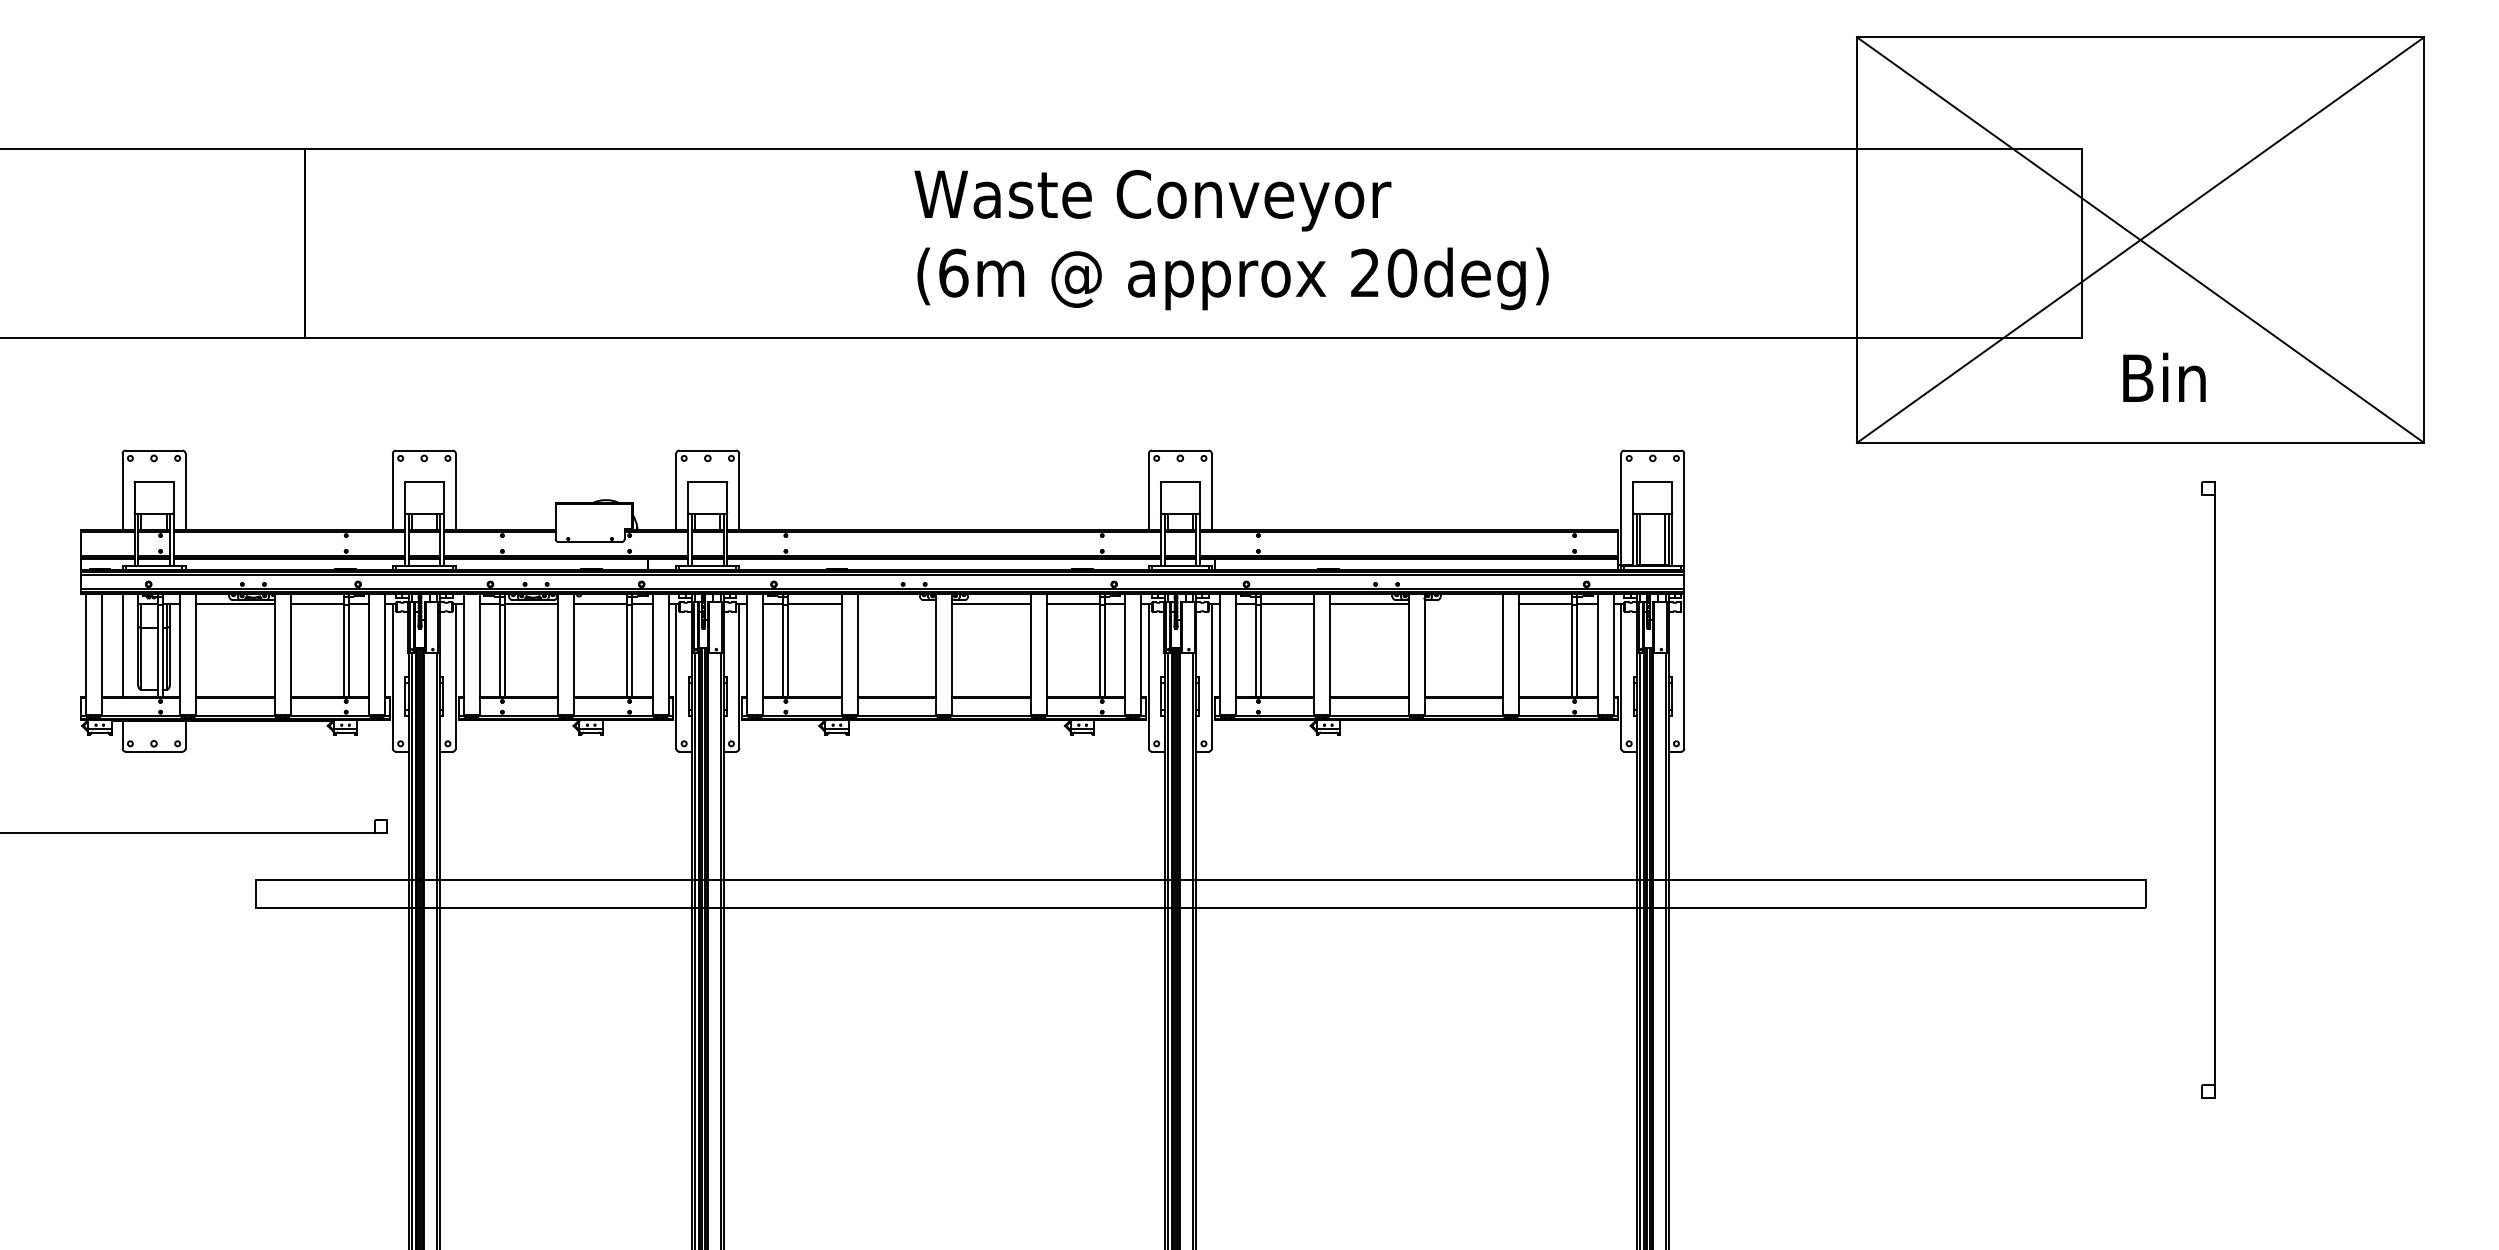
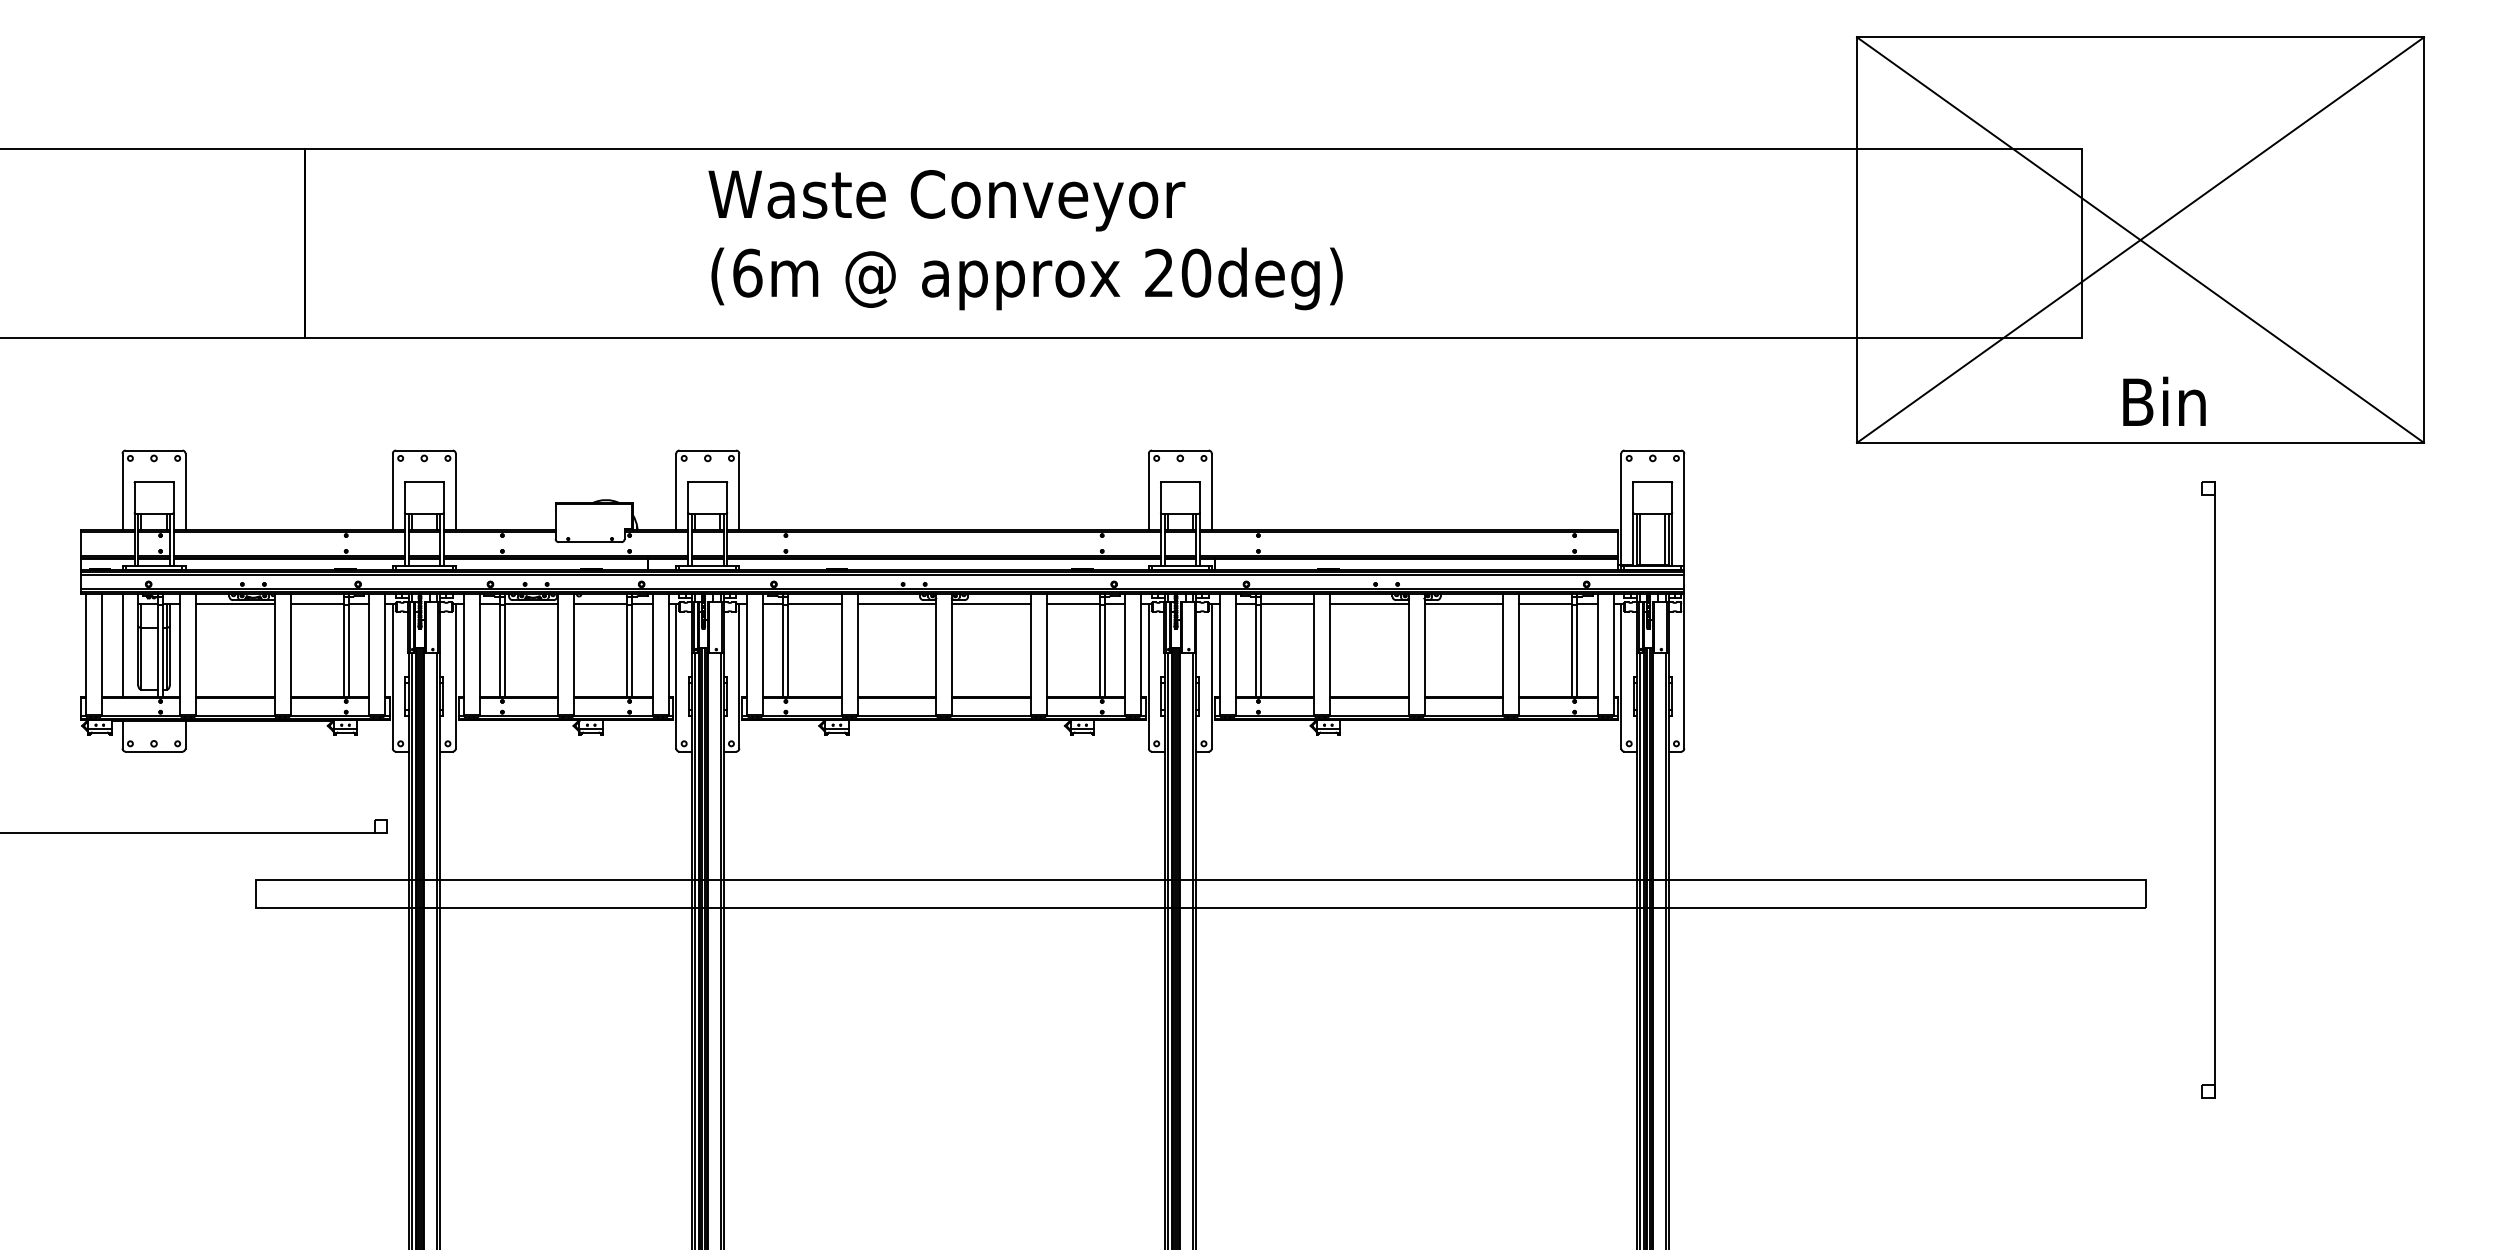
text at (1231, 240) position: (1231, 240) -> (1025, 240)
text at (2164, 376) position: (2164, 376) -> (2164, 400)
line at (896, 604): none -> present
line at (1463, 604): none -> present
